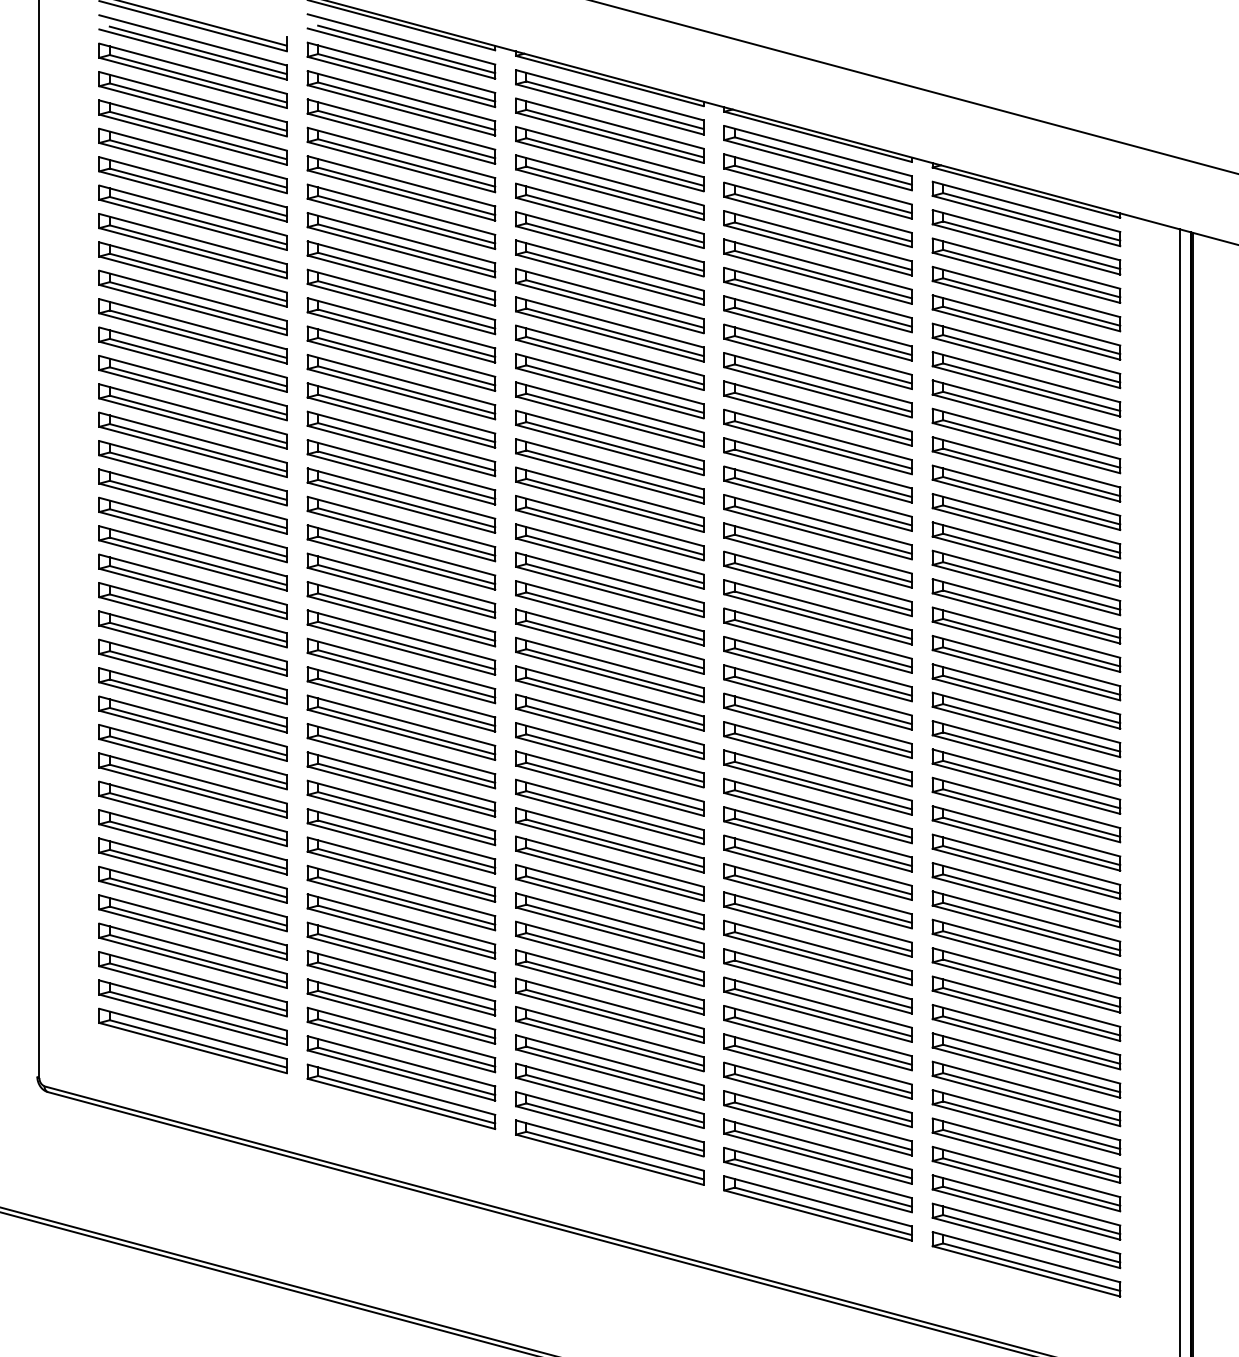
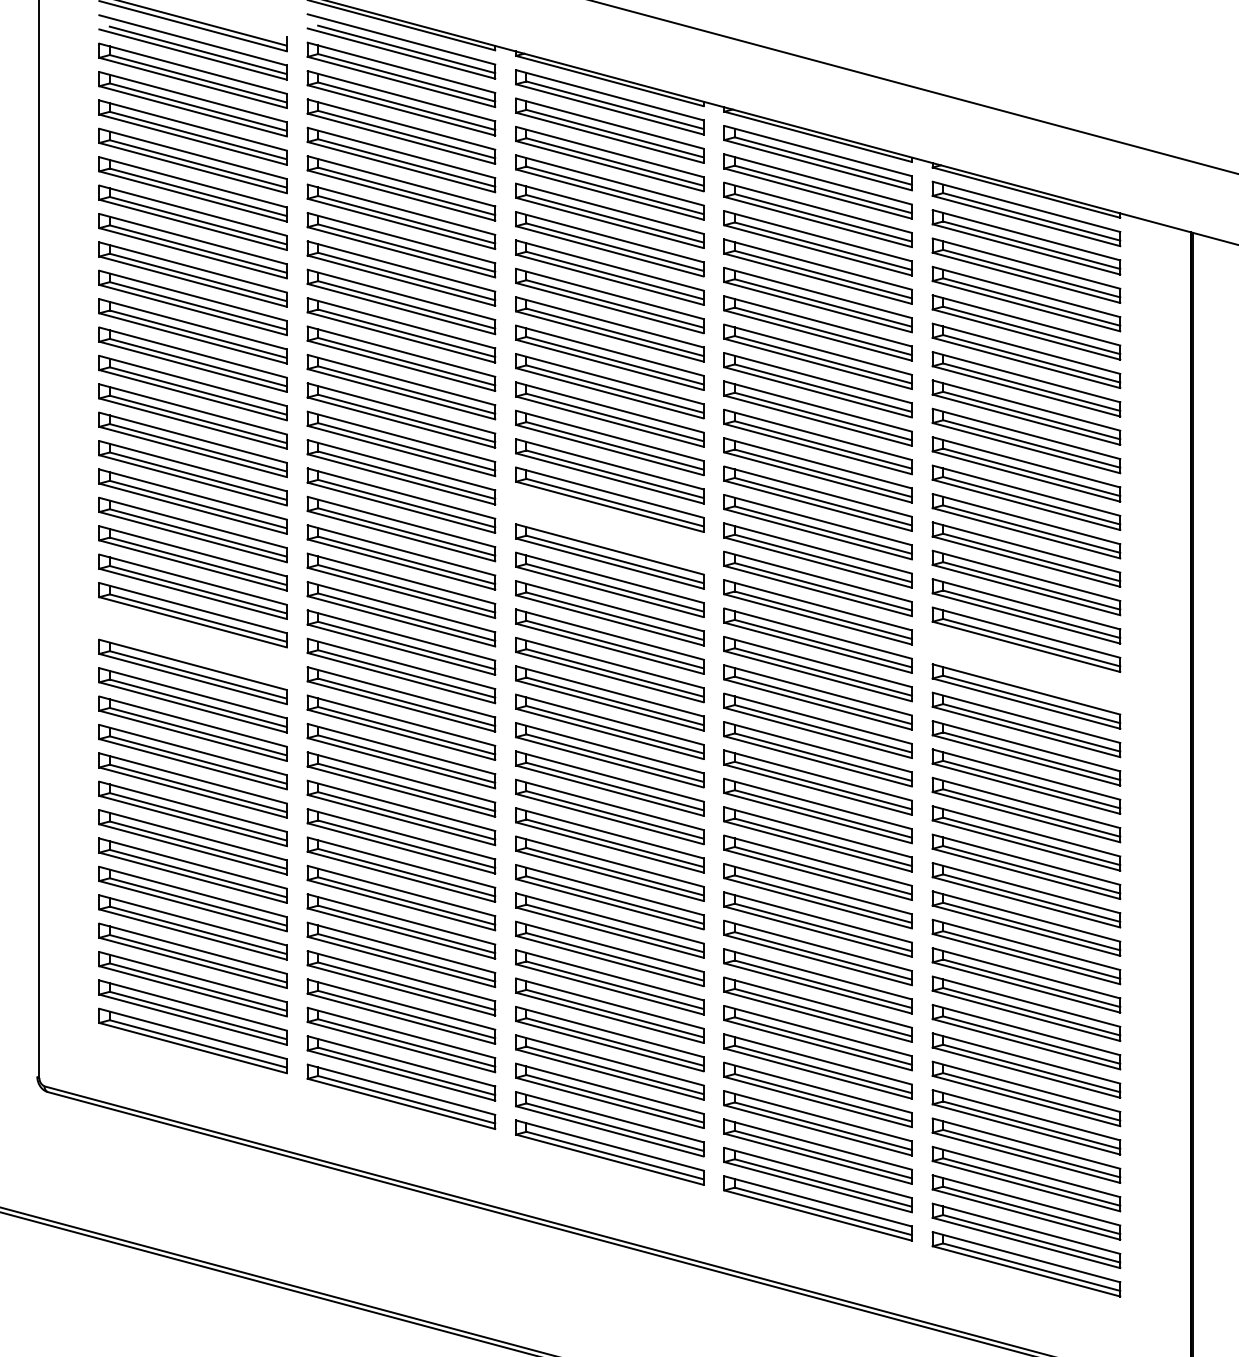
part at (609, 528): present -> none
part at (192, 643): present -> none
part at (1026, 668): present -> none
line at (1180, 791): present -> none
